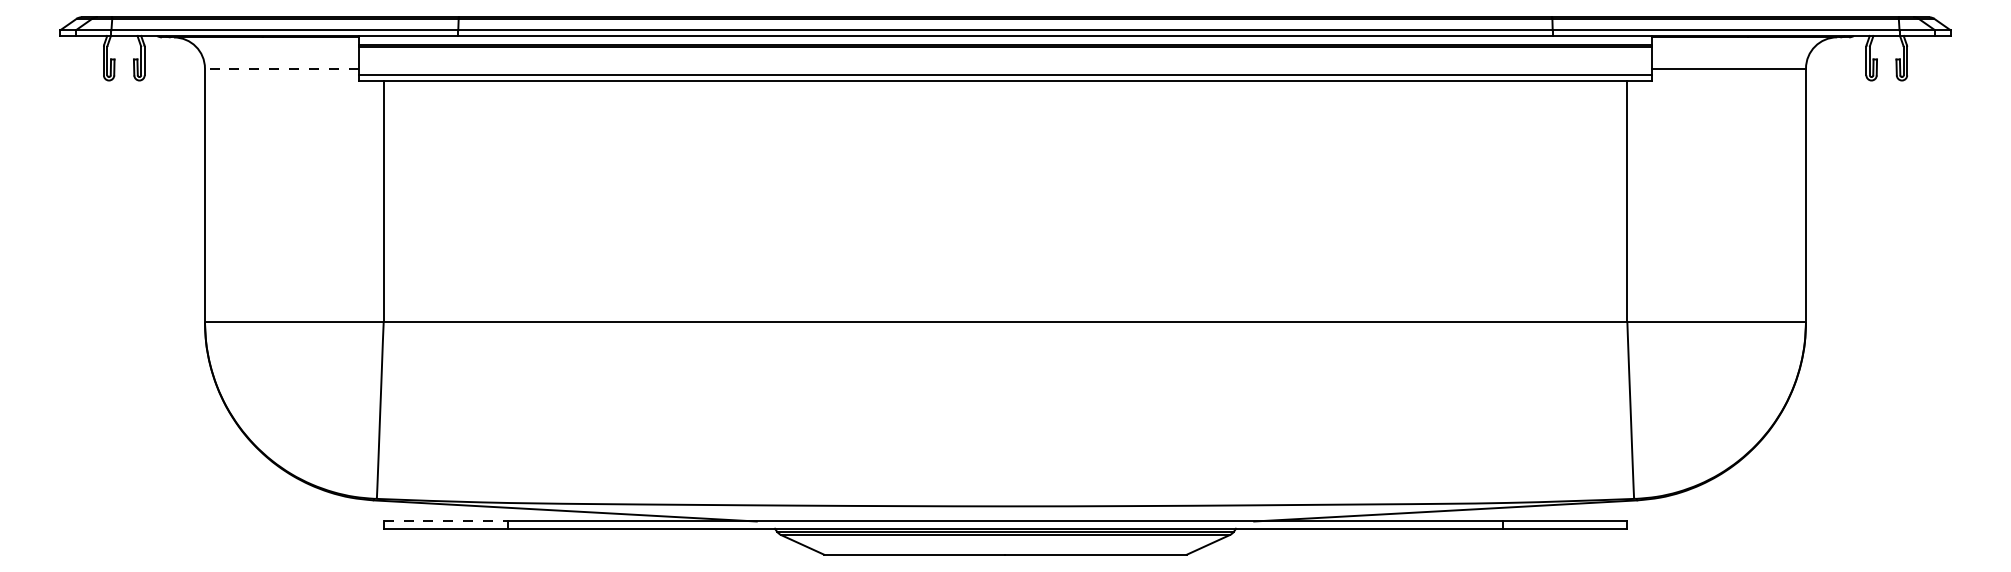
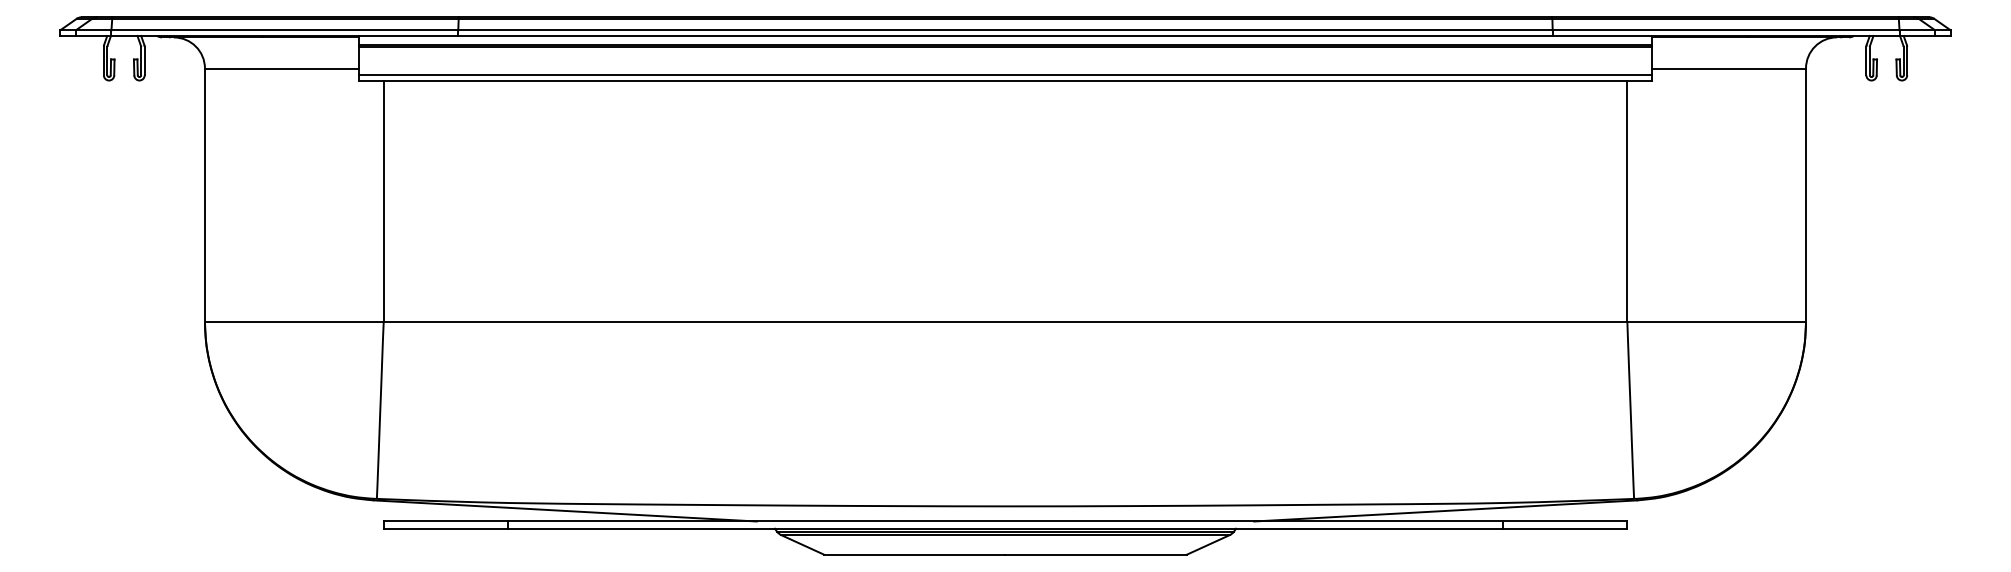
line at (281, 68): dashed -> solid
line at (446, 521): dashed -> solid
